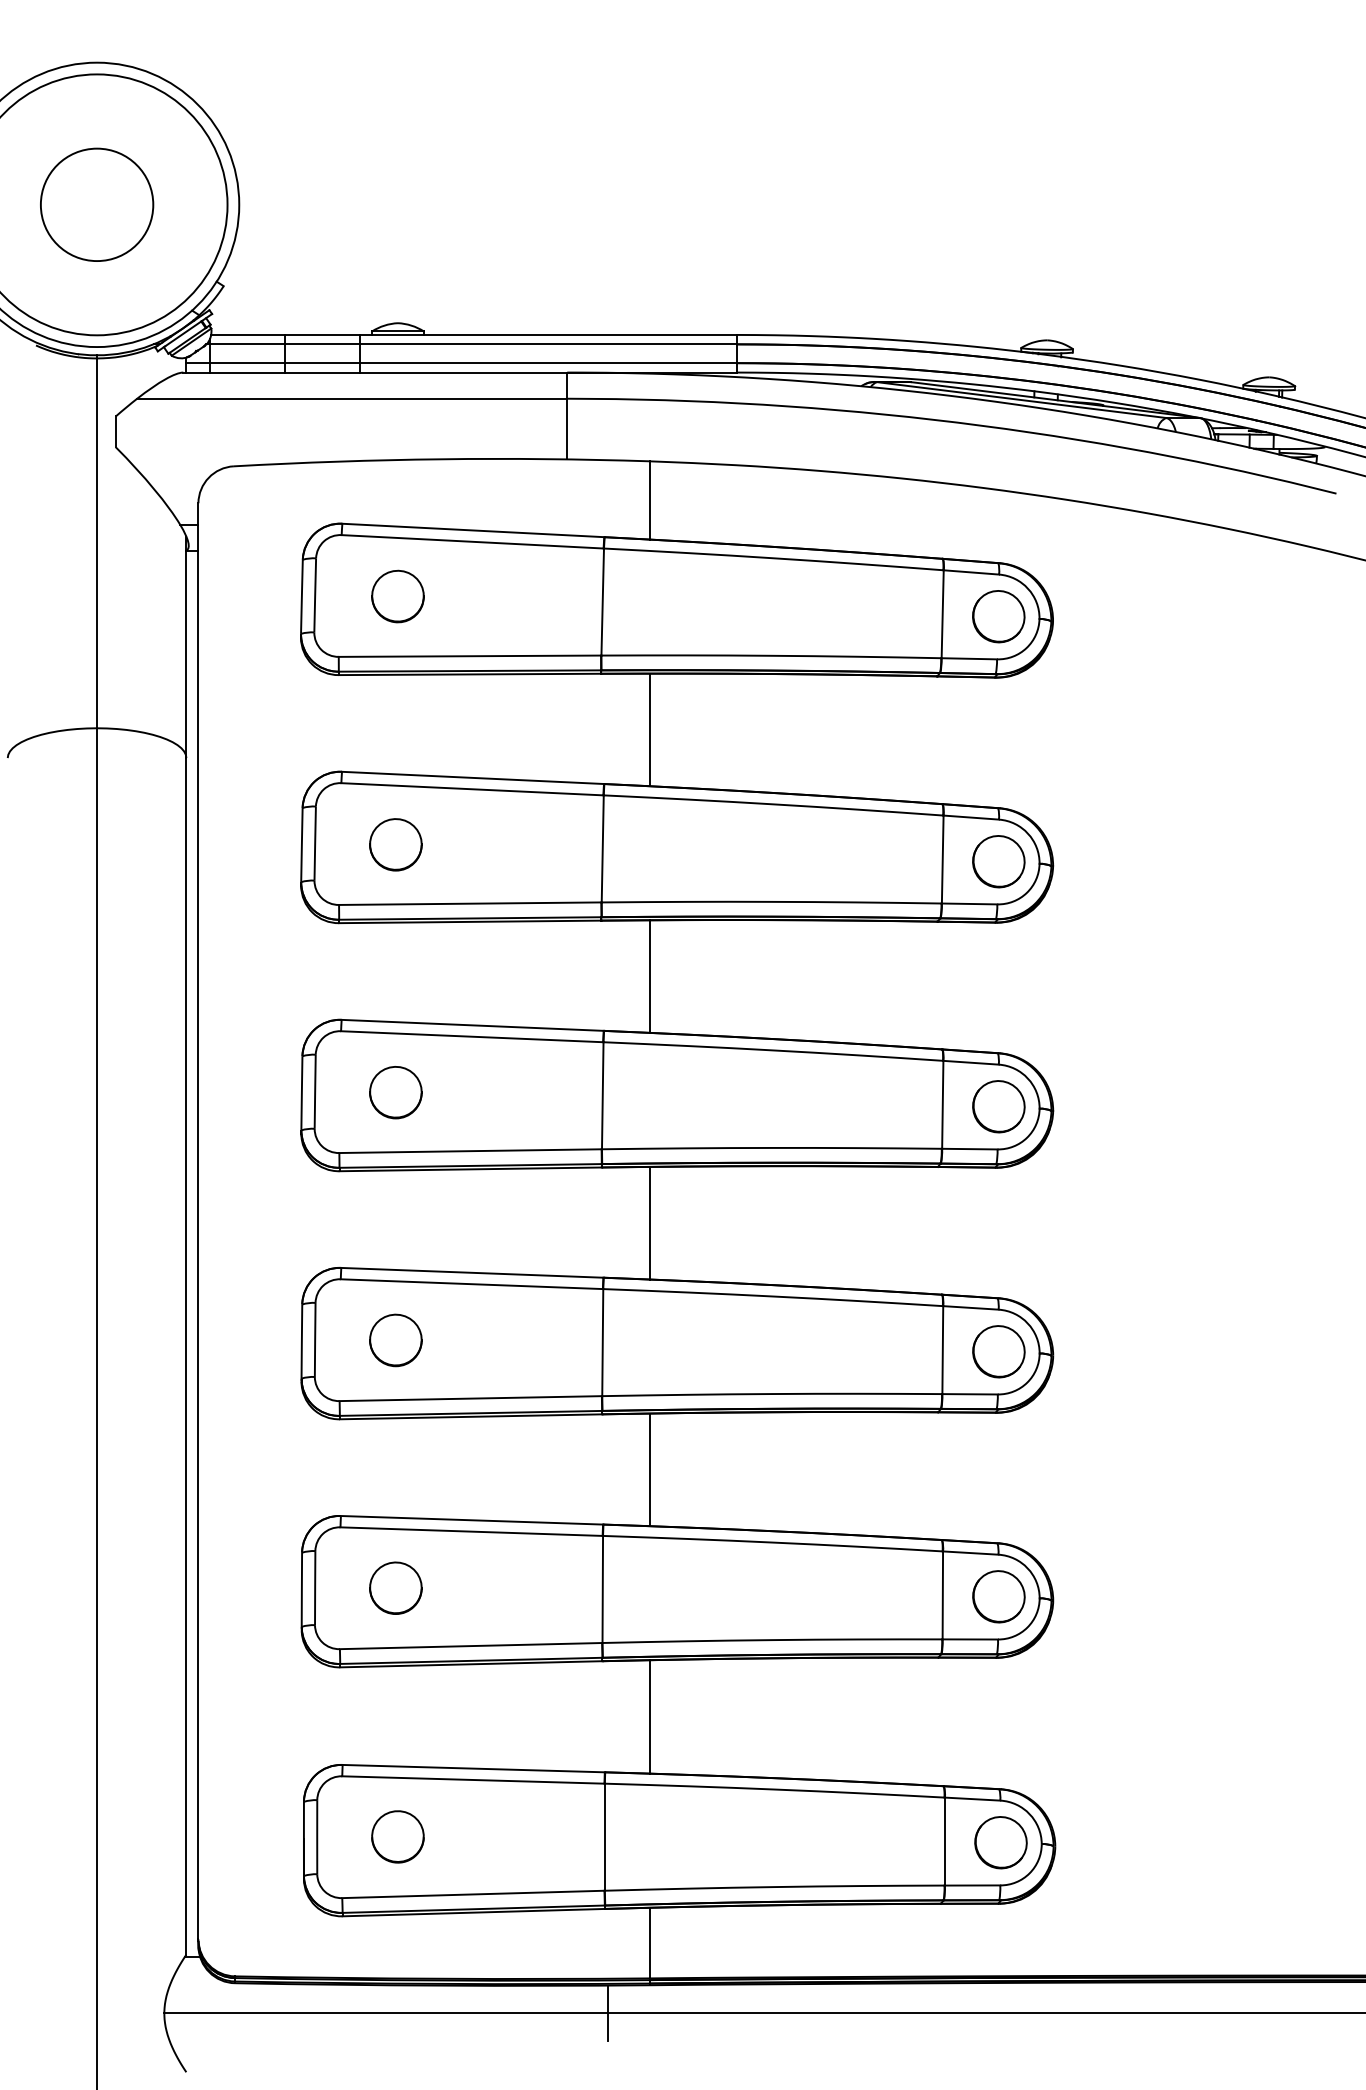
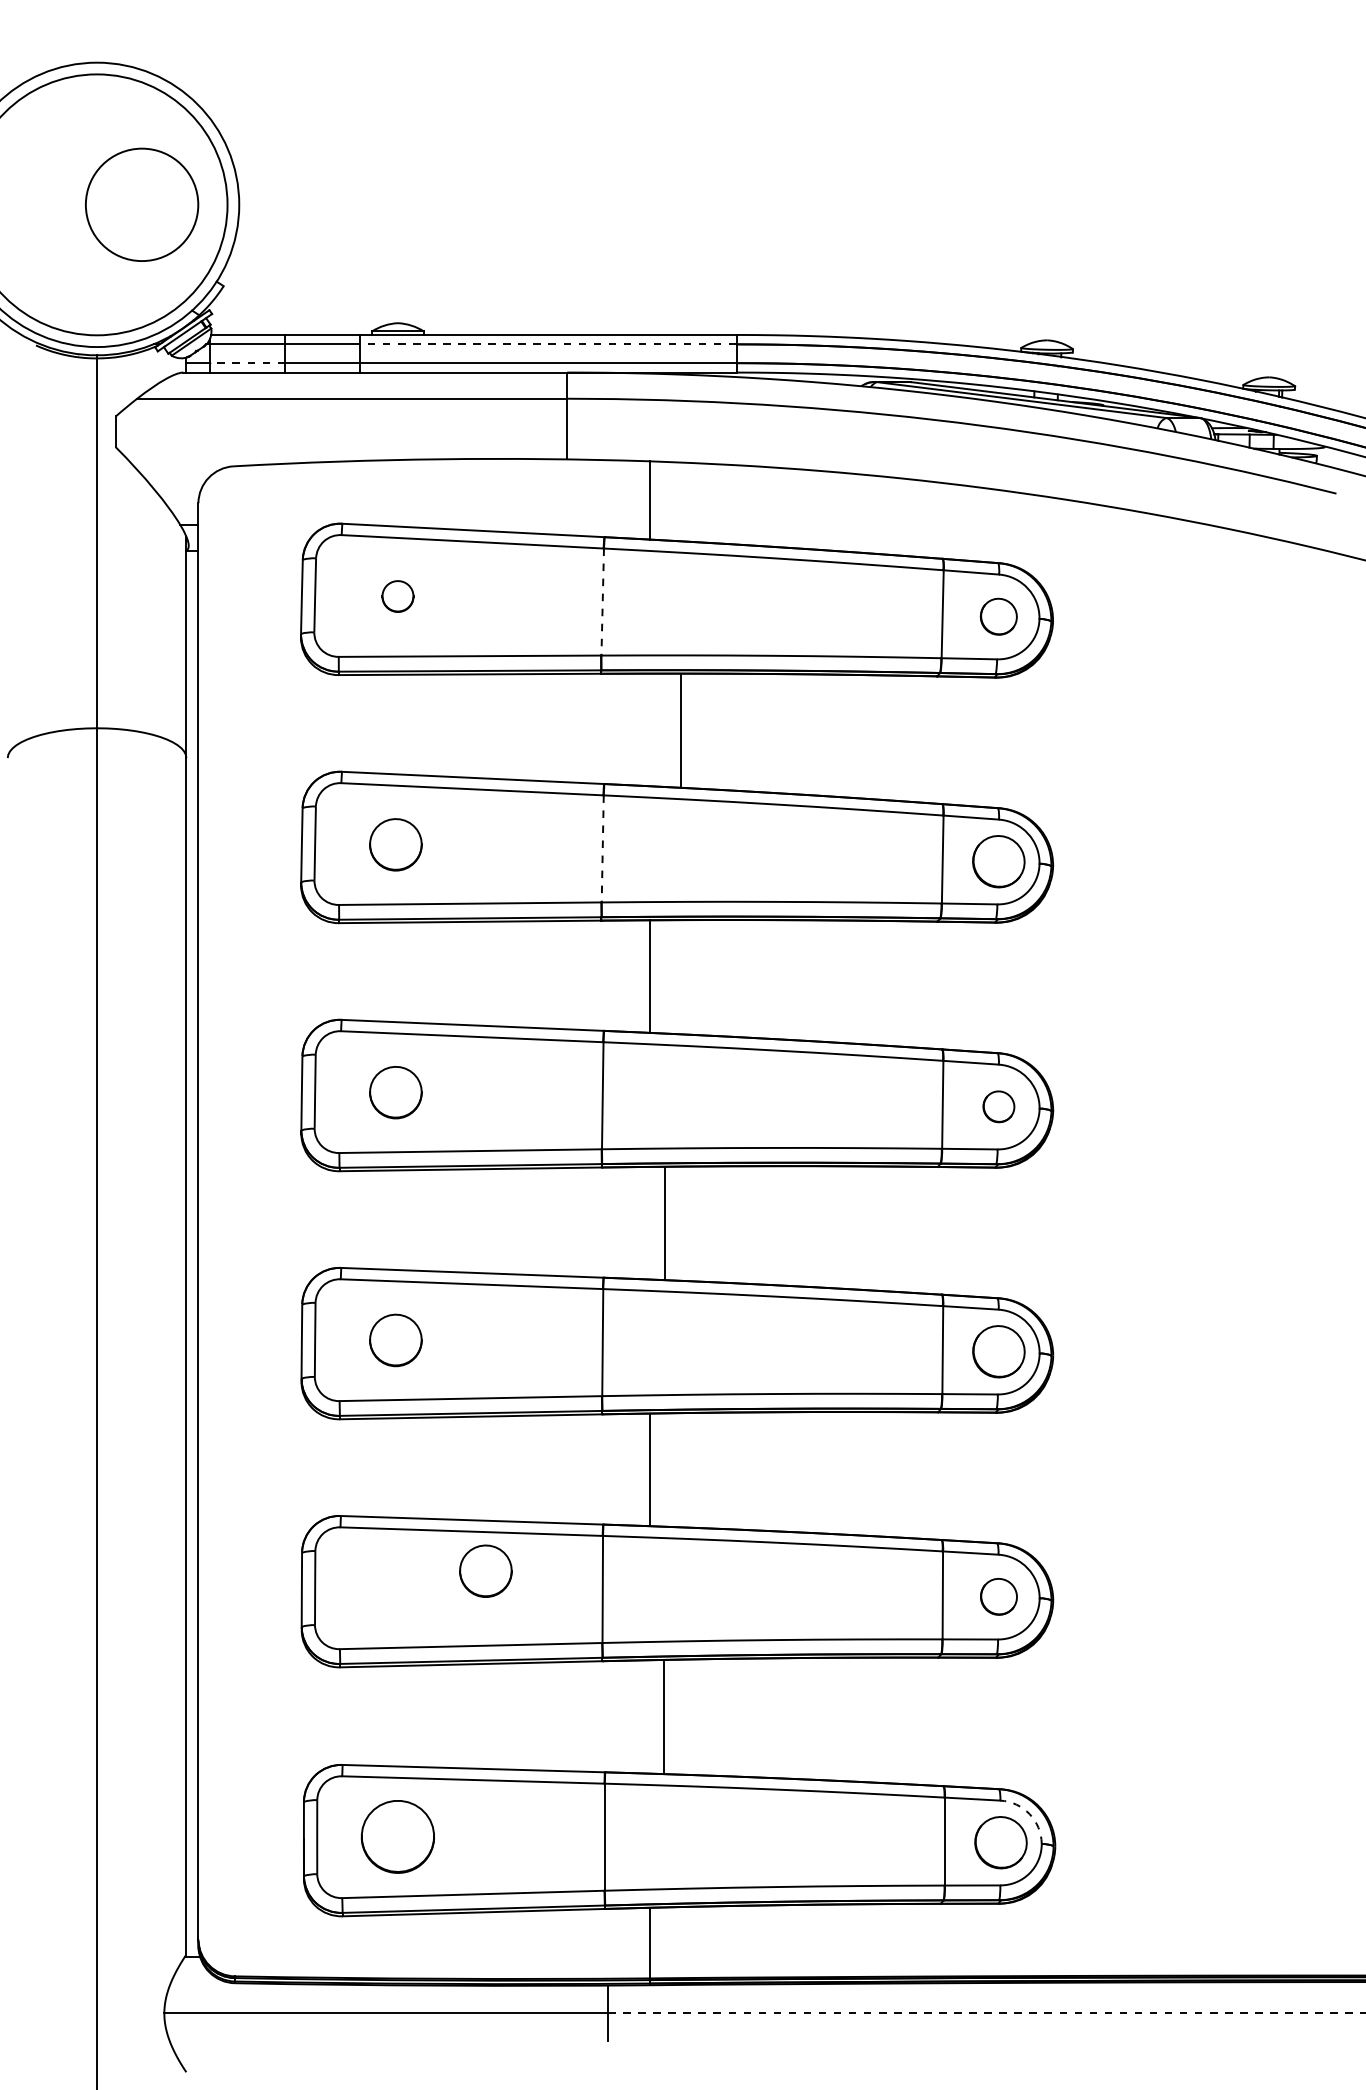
circle at (97, 204) position: (97, 204) -> (142, 204)
line at (547, 344): solid -> dashed
line at (247, 363): solid -> dashed
part at (397, 596) size: 54x55 px -> 34x33 px
line at (602, 602): solid -> dashed
part at (998, 616) size: 54x54 px -> 39x39 px
line at (649, 729) position: (649, 729) -> (680, 729)
line at (602, 848): solid -> dashed
part at (998, 1106) size: 54x54 px -> 34x34 px
line at (649, 1222) position: (649, 1222) -> (664, 1222)
part at (395, 1587) position: (395, 1587) -> (485, 1570)
part at (998, 1596) size: 54x54 px -> 38x38 px
line at (649, 1716) position: (649, 1716) -> (663, 1716)
arc at (1029, 1814): solid -> dashed
part at (397, 1836) size: 54x54 px -> 75x74 px
line at (987, 2013): solid -> dashed
